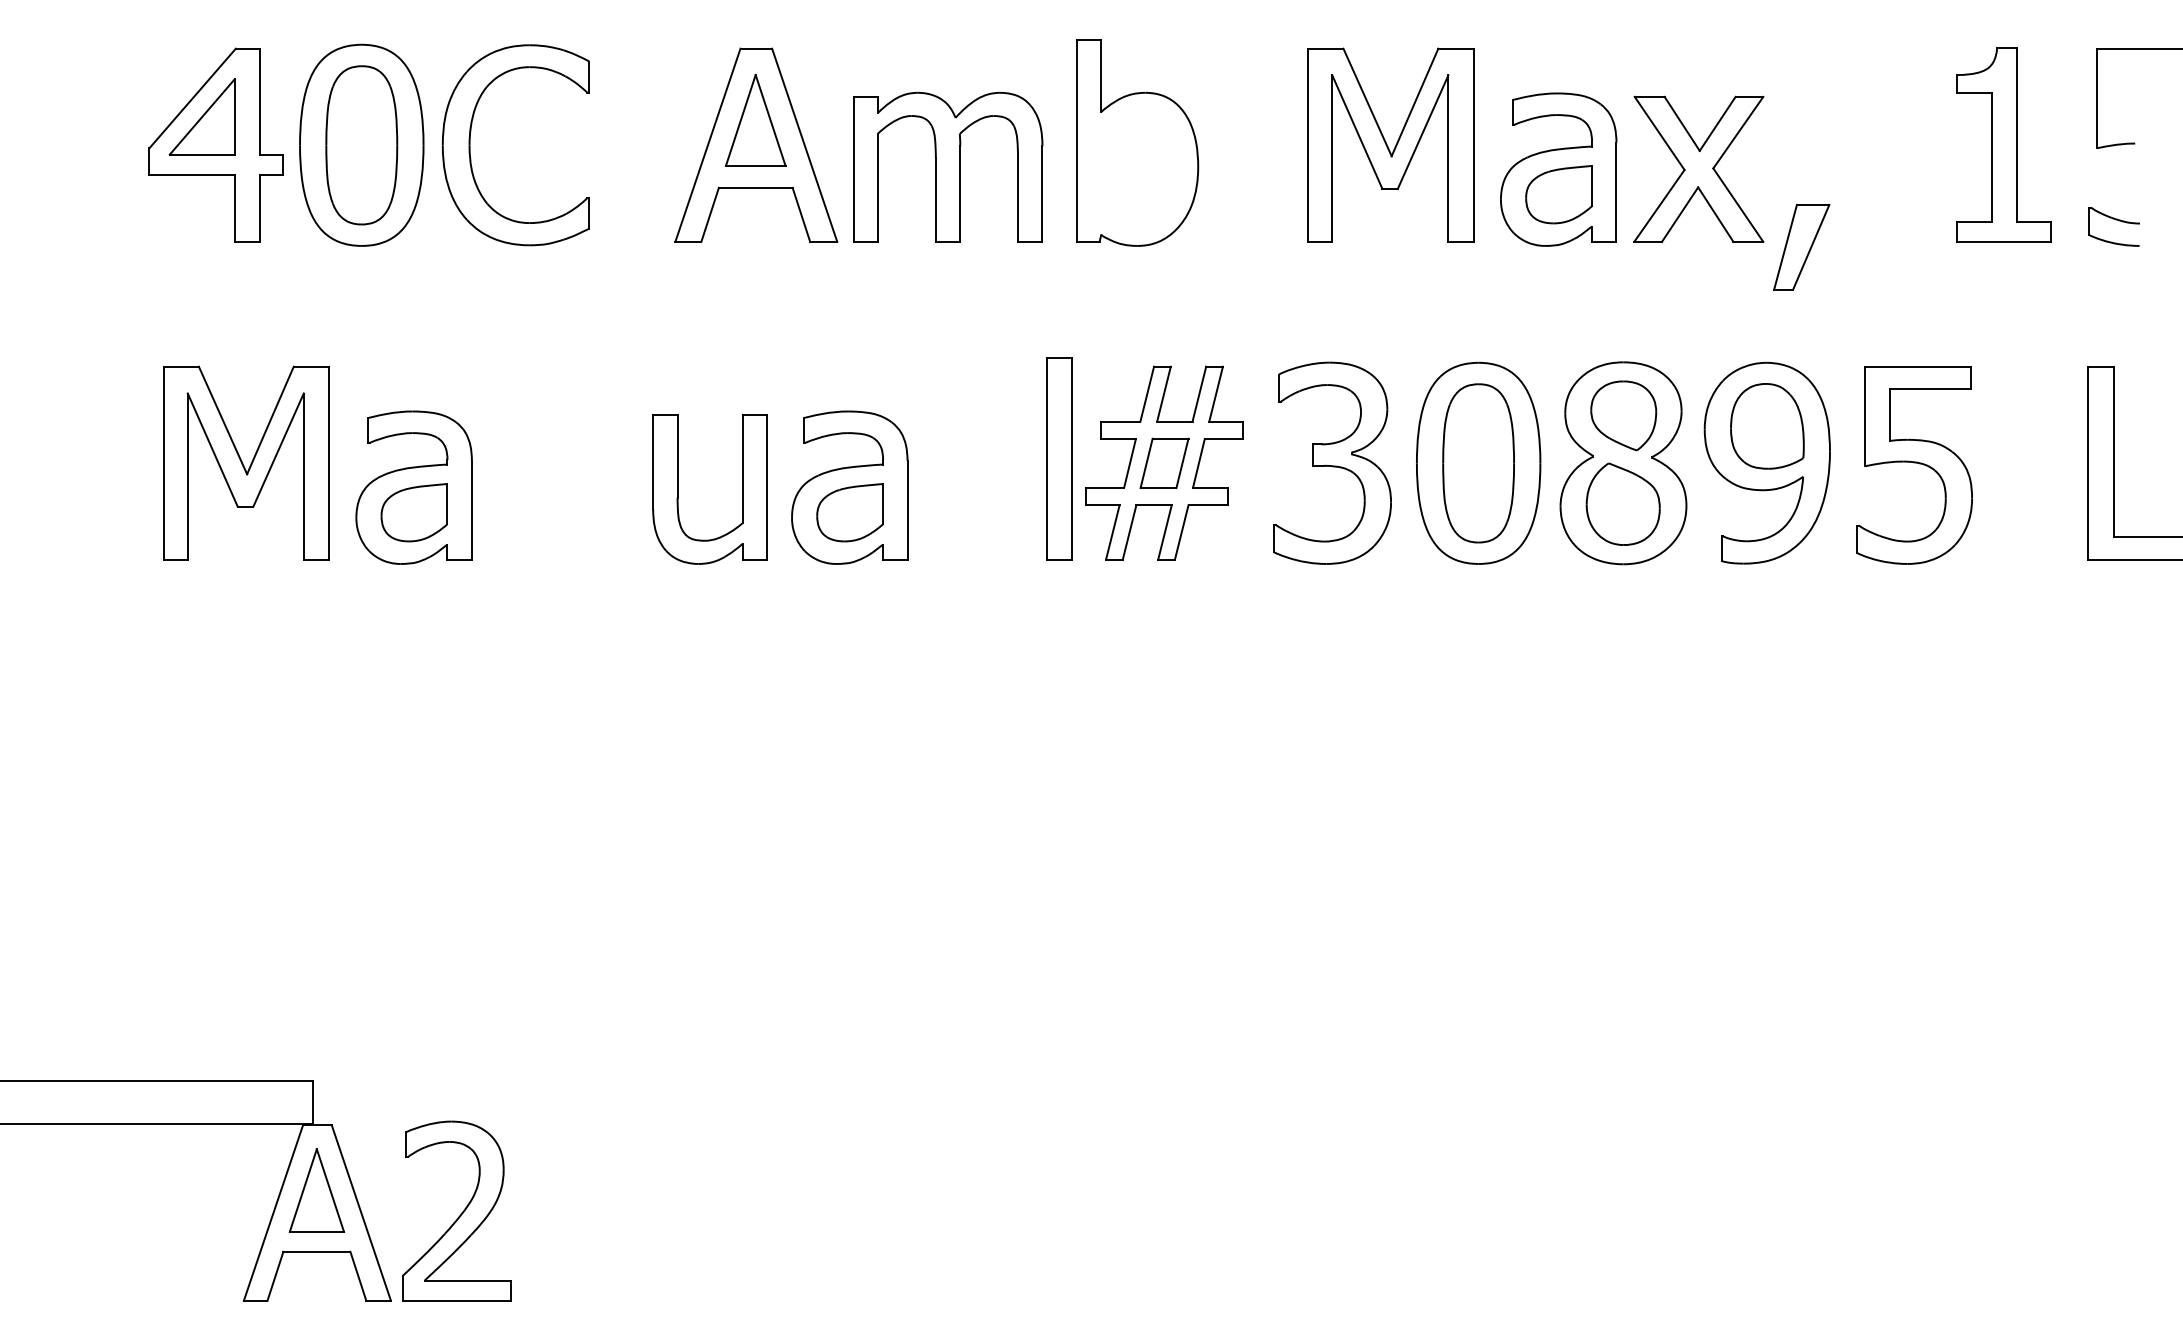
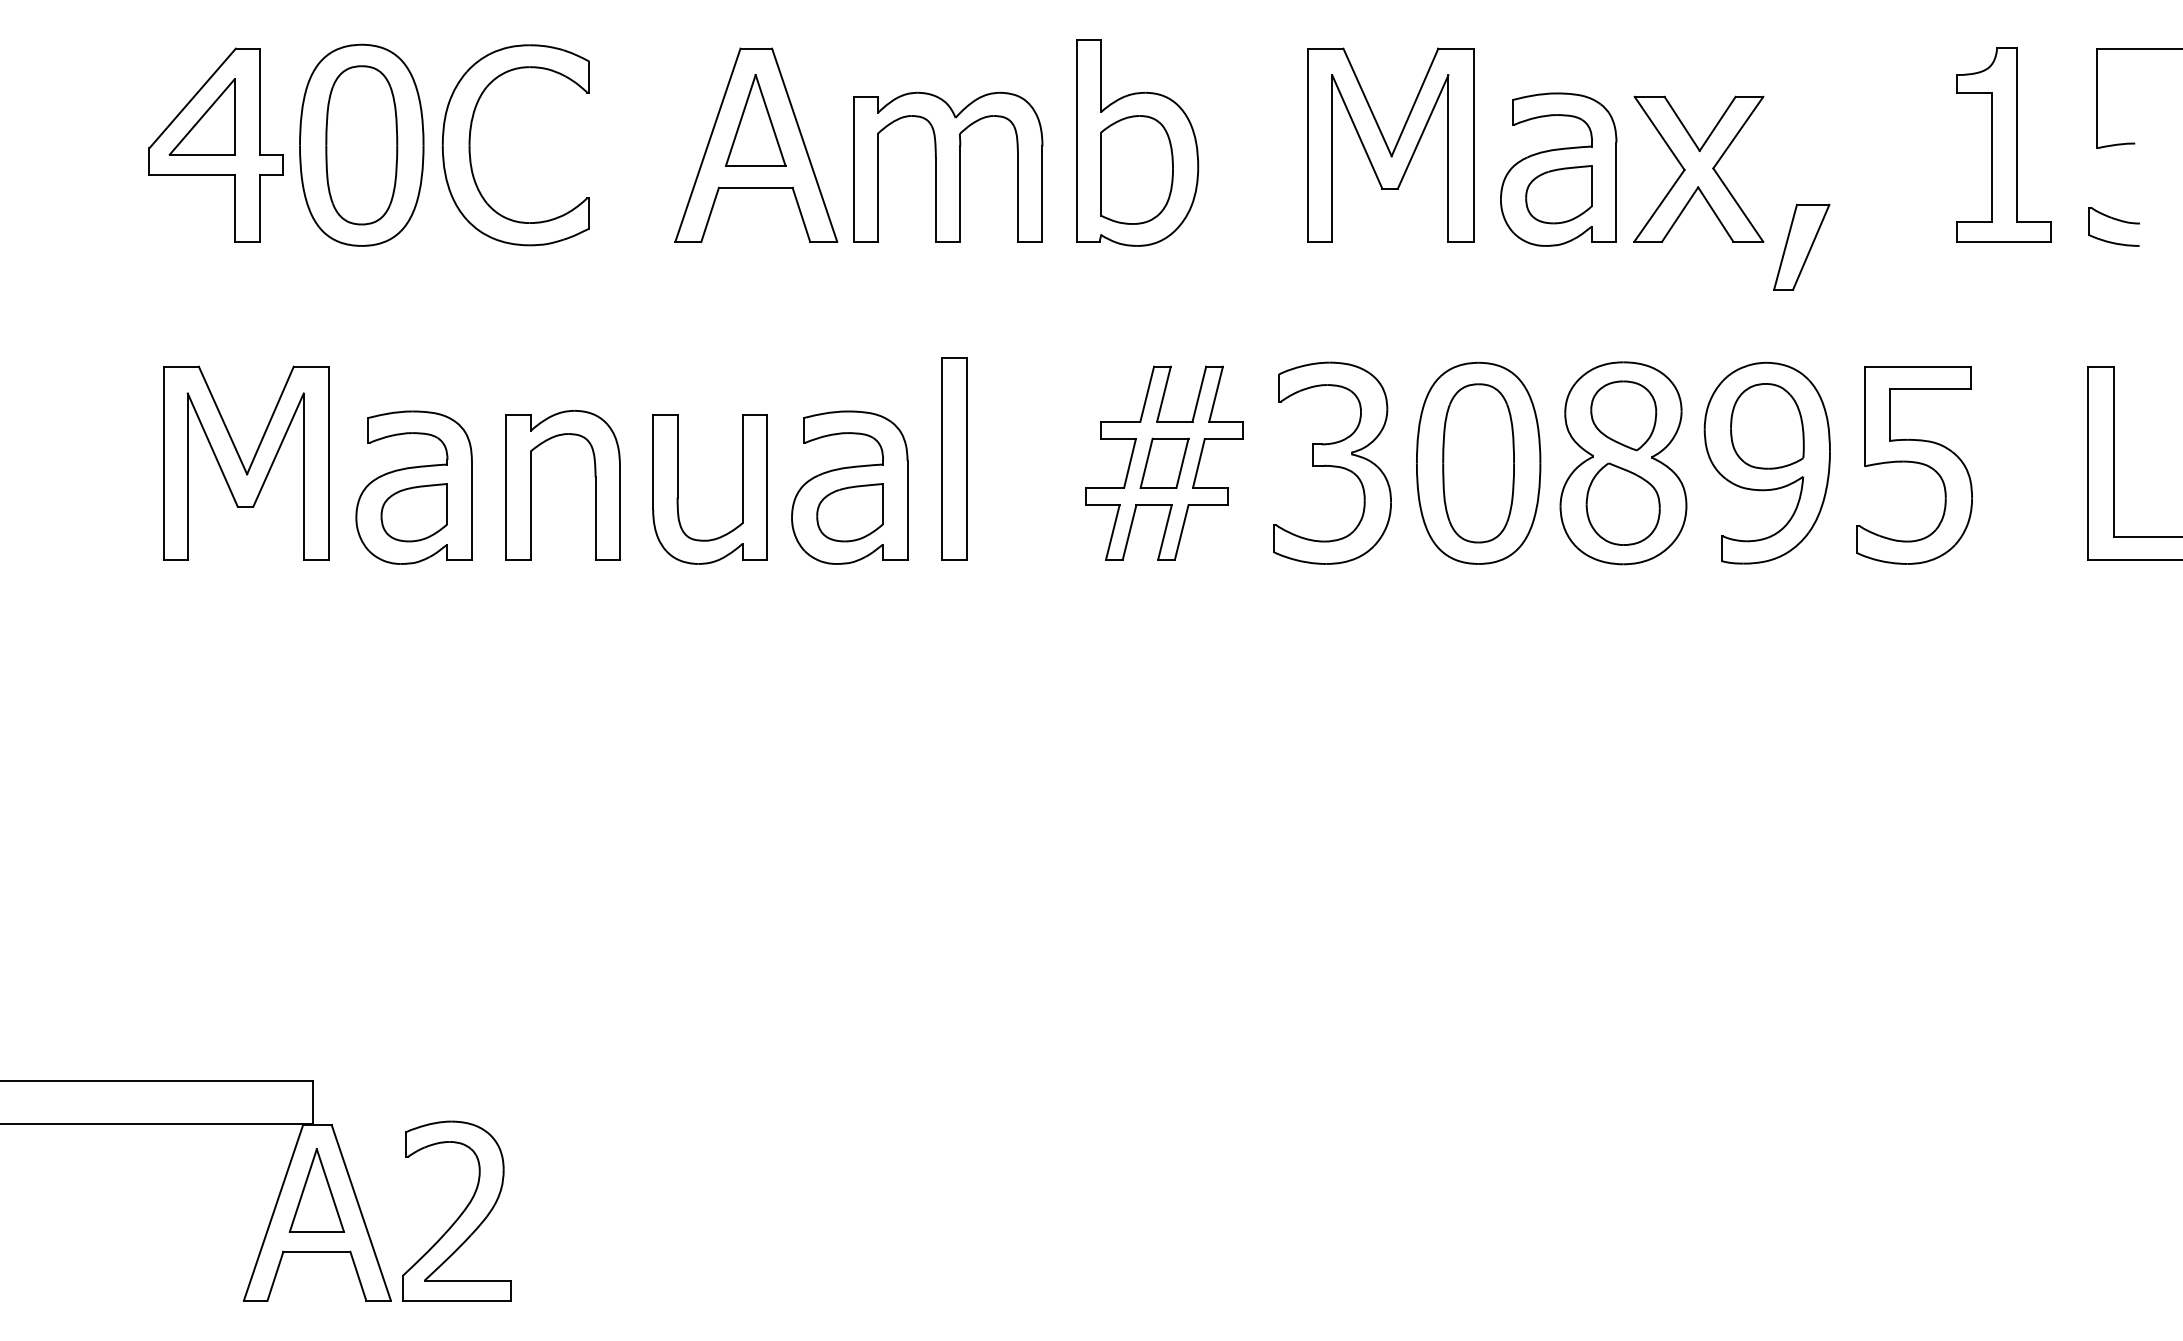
part at (1136, 169): none -> present
part at (1059, 458) position: (1059, 458) -> (954, 458)
part at (531, 485): none -> present
